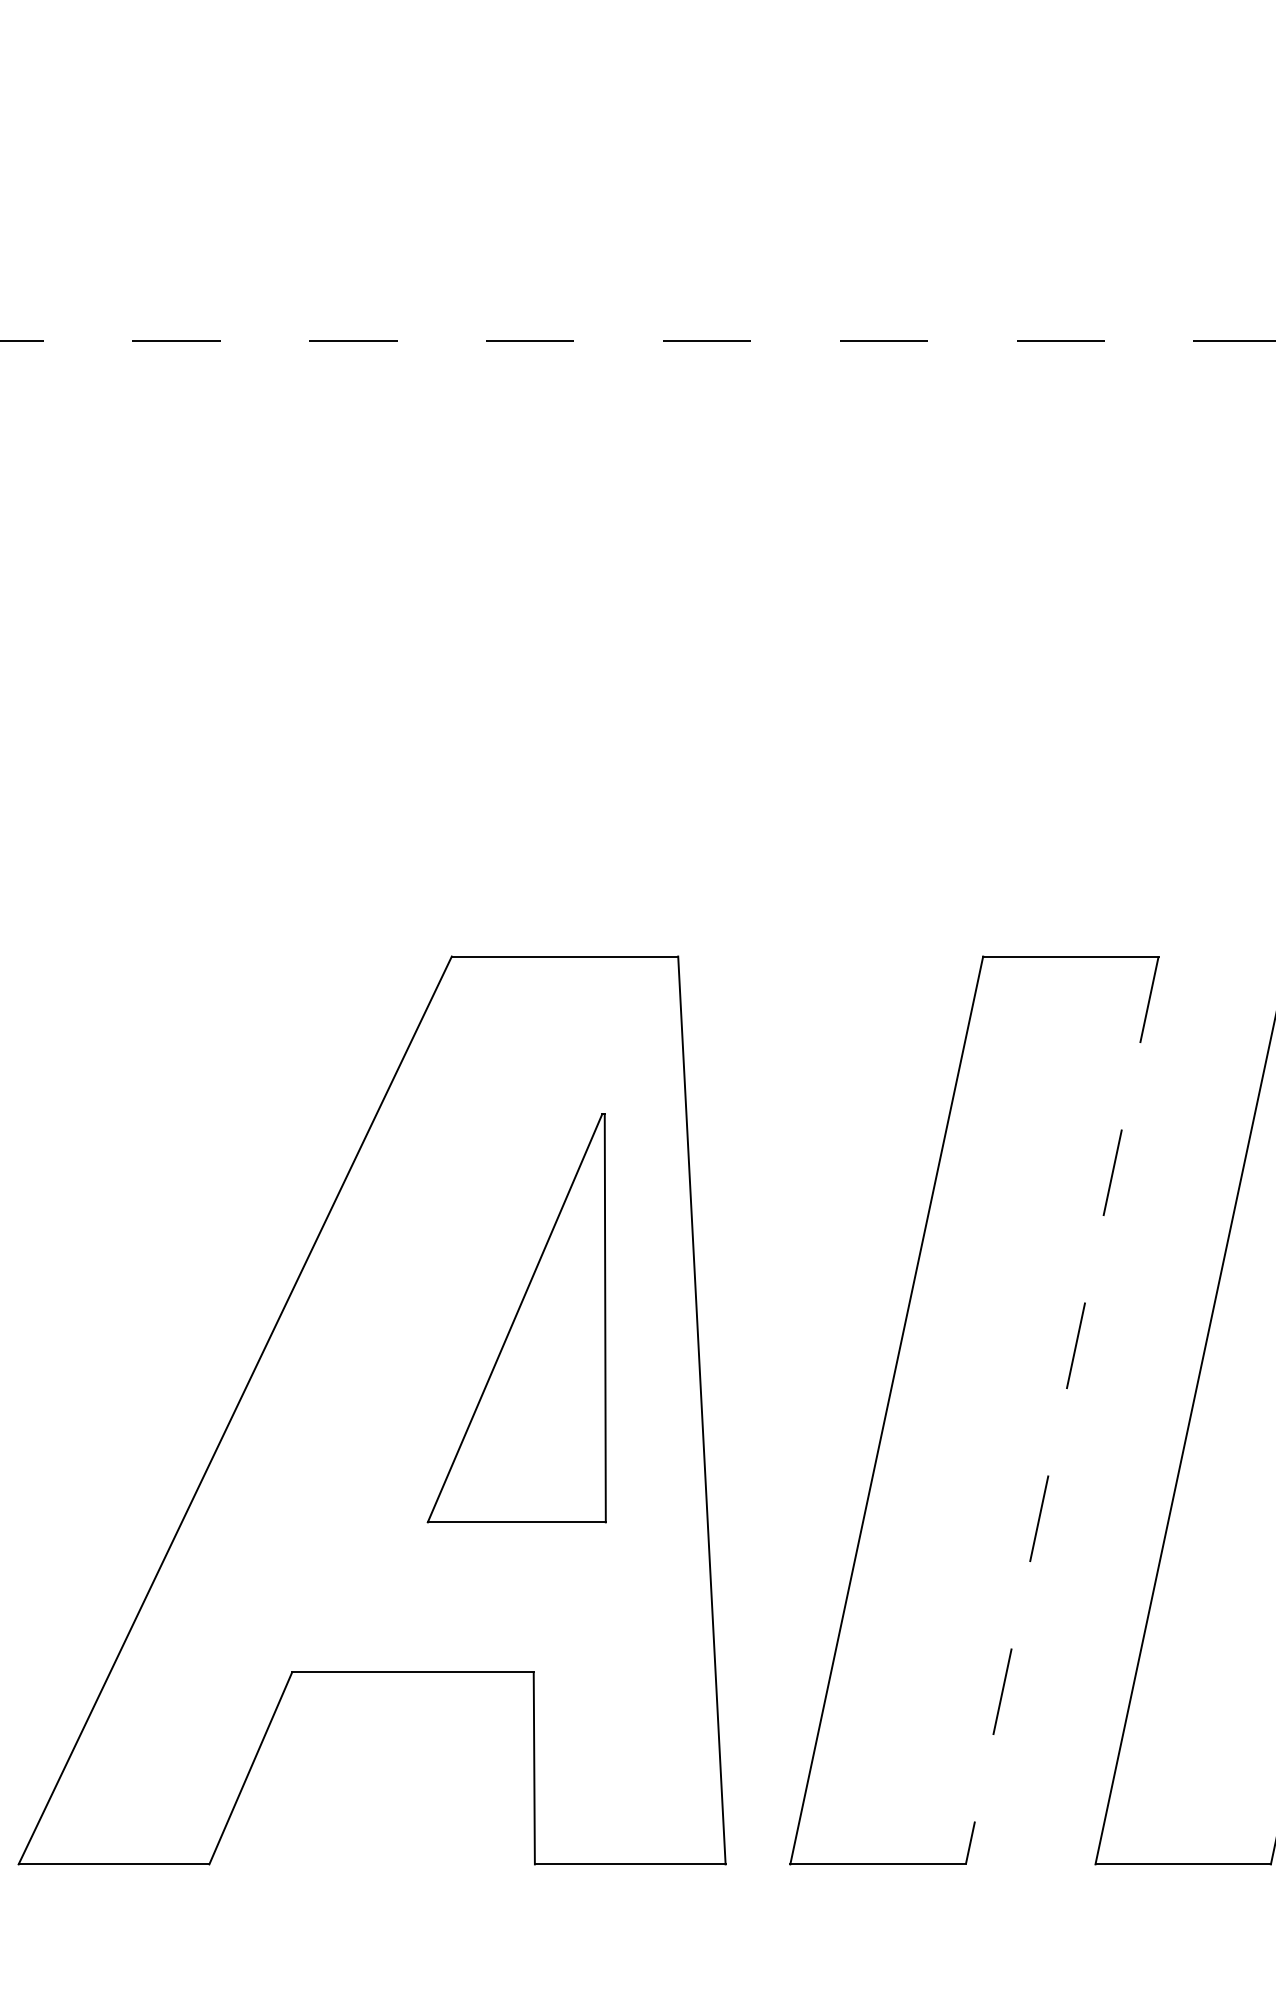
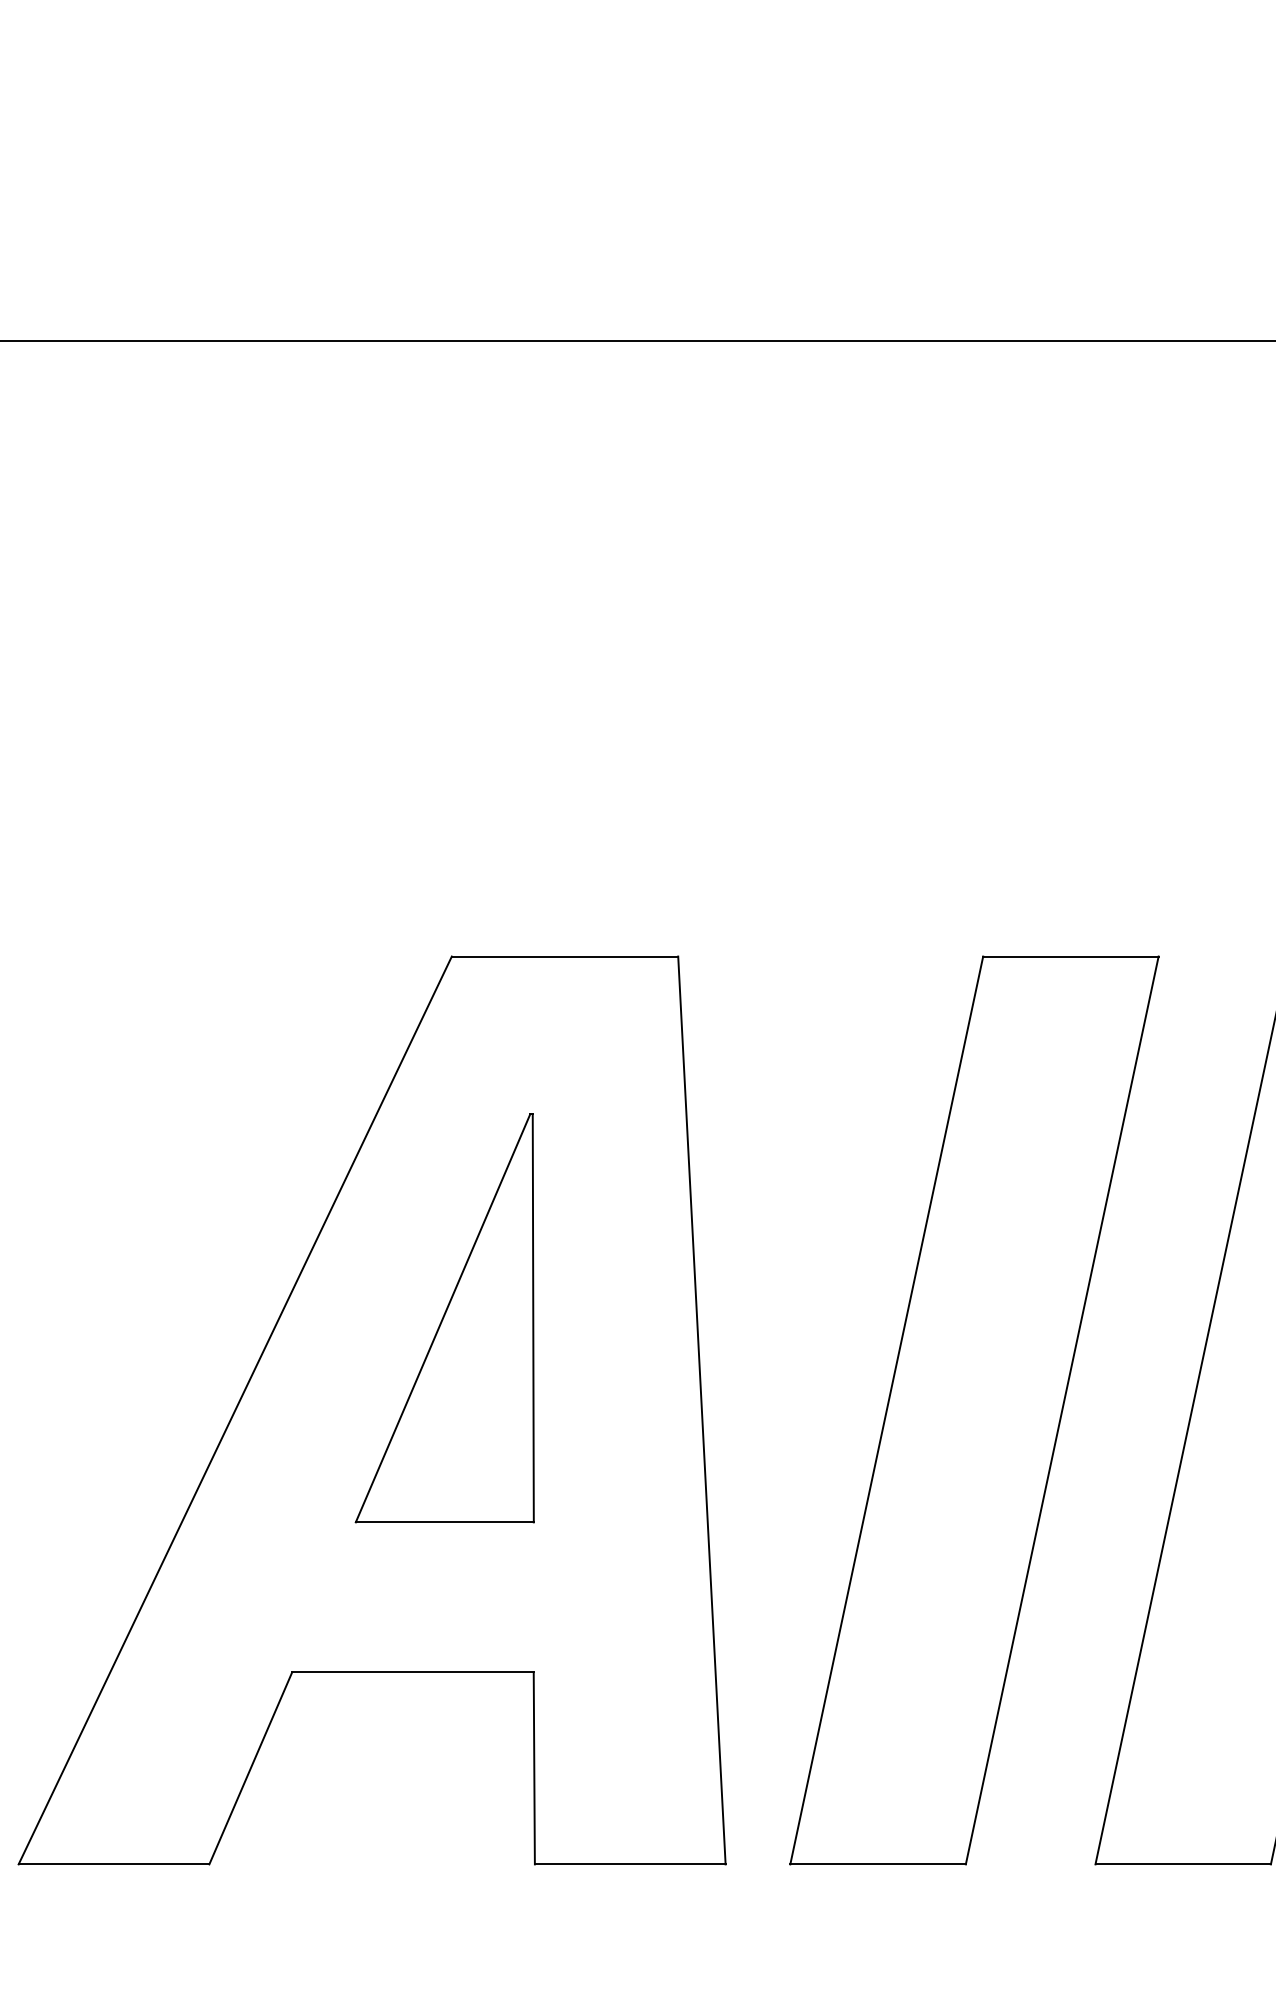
line at (637, 340): dashed -> solid
part at (516, 1318) position: (516, 1318) -> (444, 1318)
line at (1062, 1410): dashed -> solid
